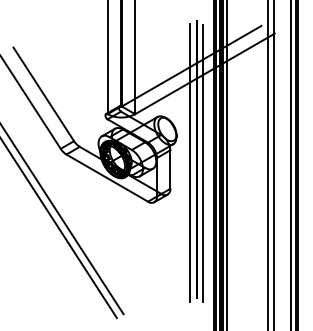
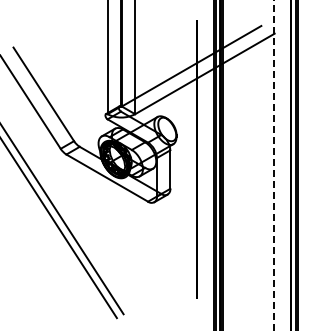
line at (189, 162): present -> none
line at (202, 163): present -> none
line at (226, 164): present -> none
line at (267, 164): present -> none
line at (274, 165): solid -> dashed
